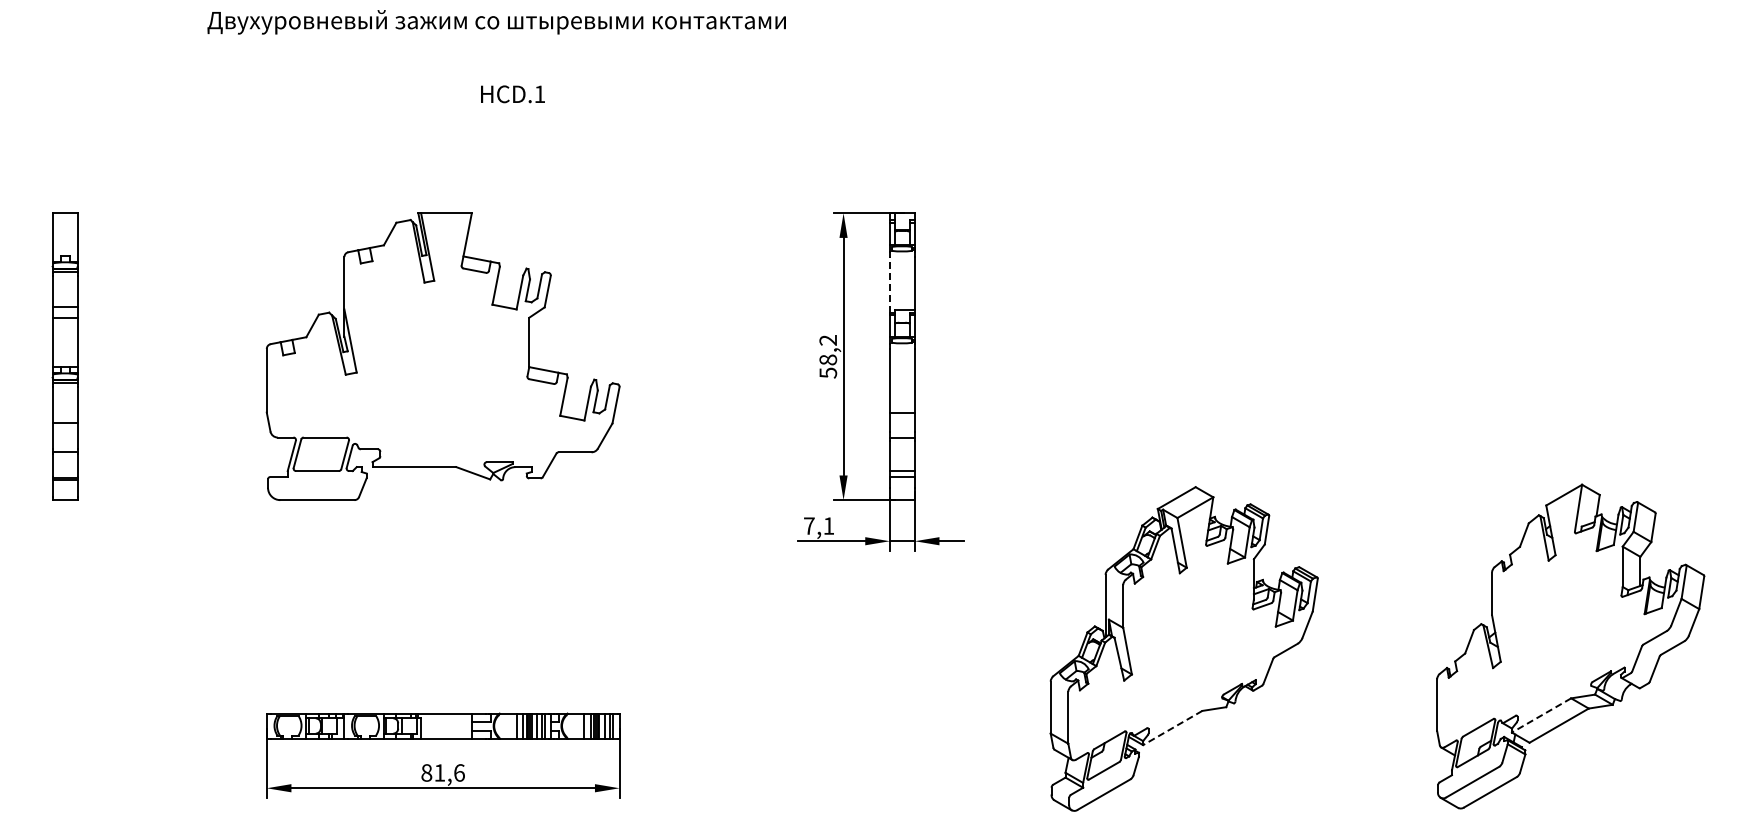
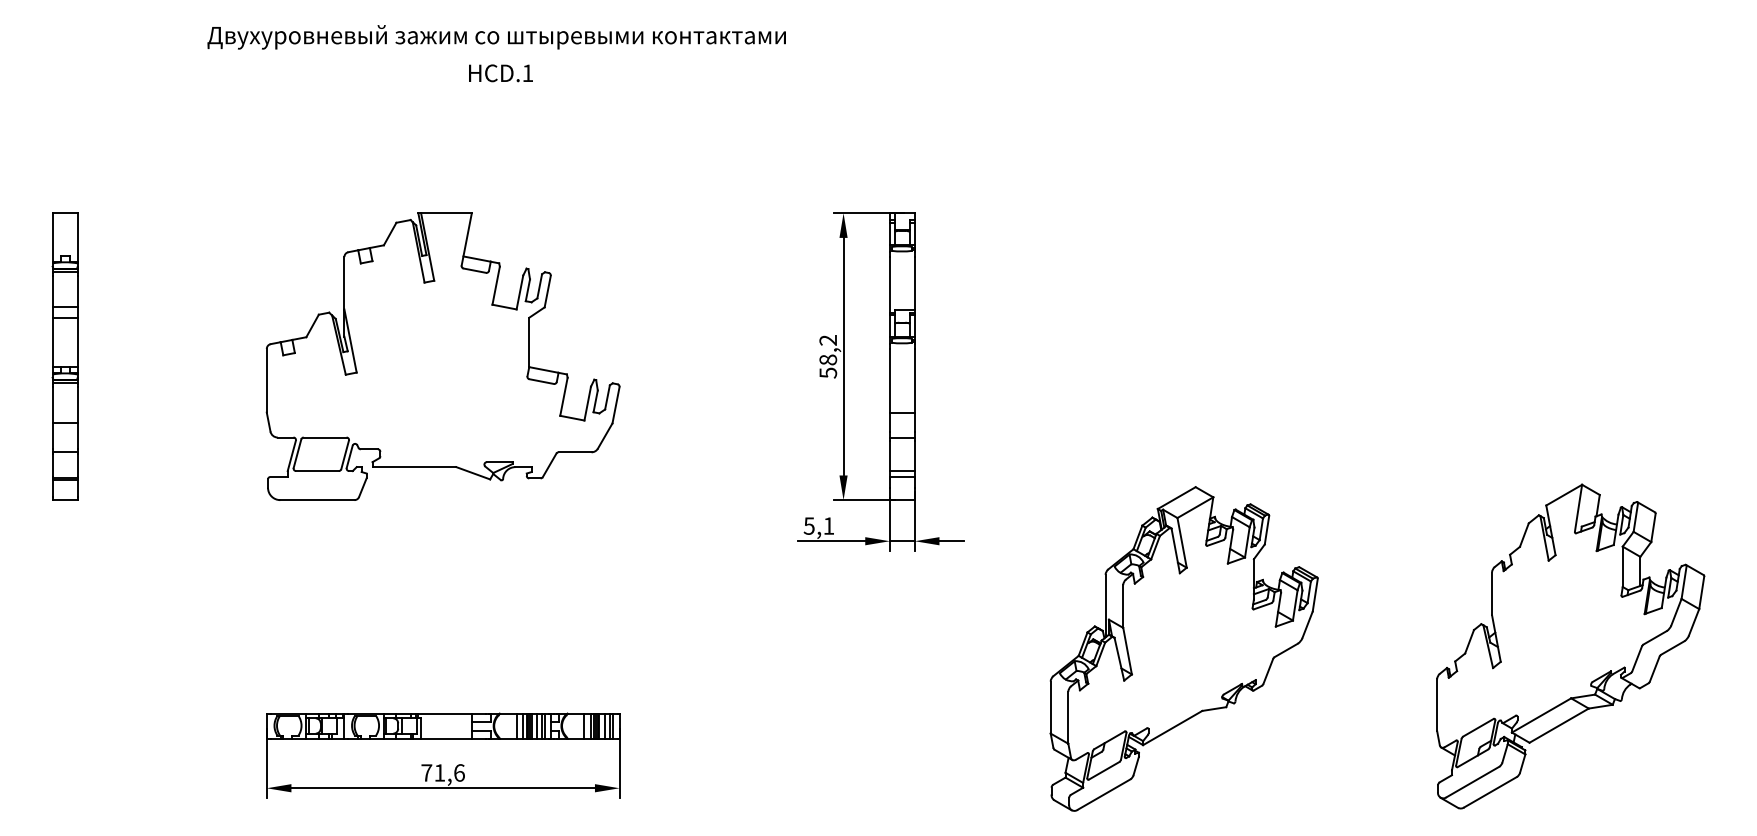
text at (496, 22) position: (496, 22) -> (496, 37)
text at (512, 94) position: (512, 94) -> (500, 73)
line at (889, 284): dashed -> solid
text at (808, 525): 7,1 -> 5,1
line at (1541, 715): dashed -> solid
line at (1172, 728): dashed -> solid
text at (426, 772): 81,6 -> 71,6
